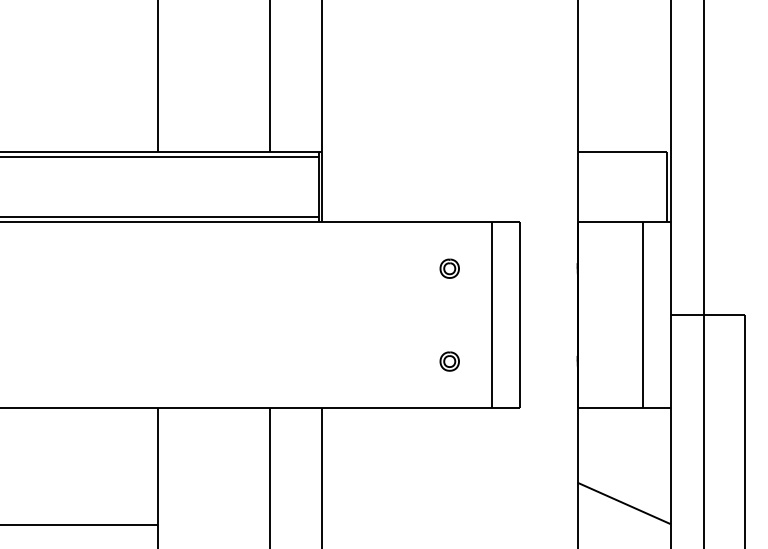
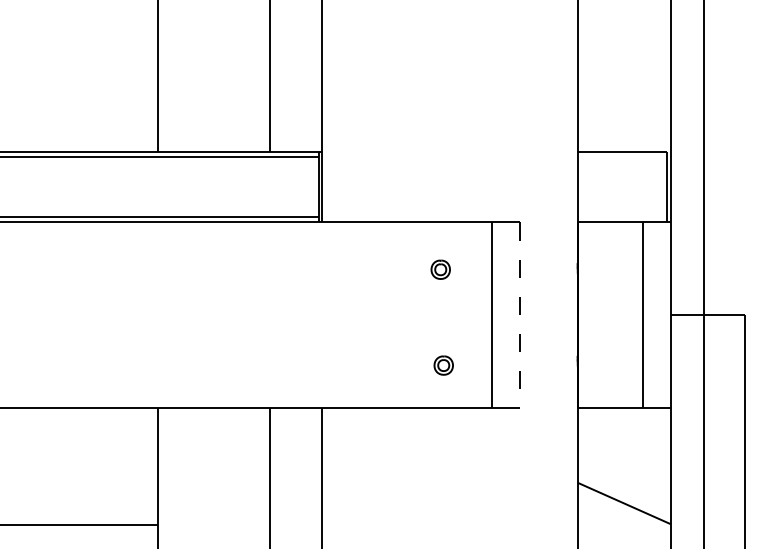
part at (449, 268) position: (449, 268) -> (440, 269)
line at (520, 315): solid -> dashed
part at (449, 361) position: (449, 361) -> (443, 365)
